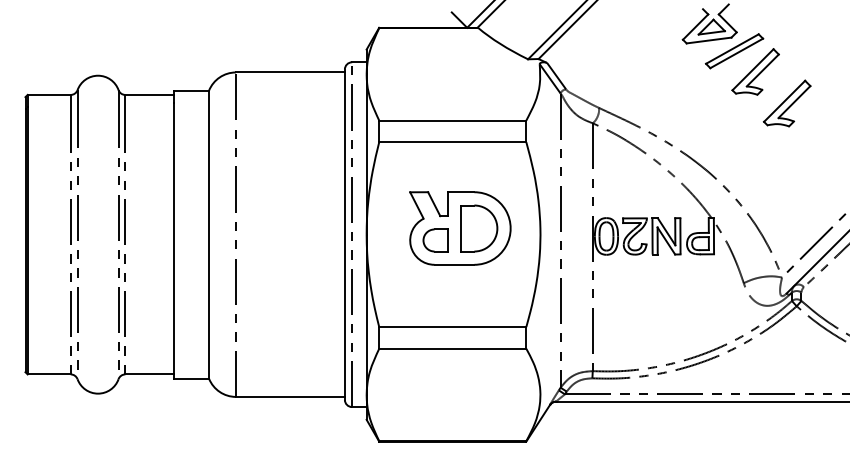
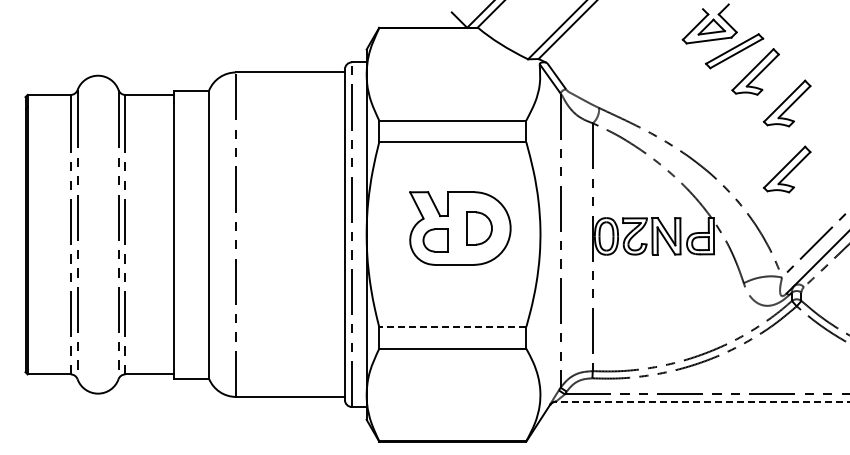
part at (786, 169): none -> present
part at (479, 228) size: 39x49 px -> 27x35 px
line at (452, 327): solid -> dashed
line at (703, 401): solid -> dashed
